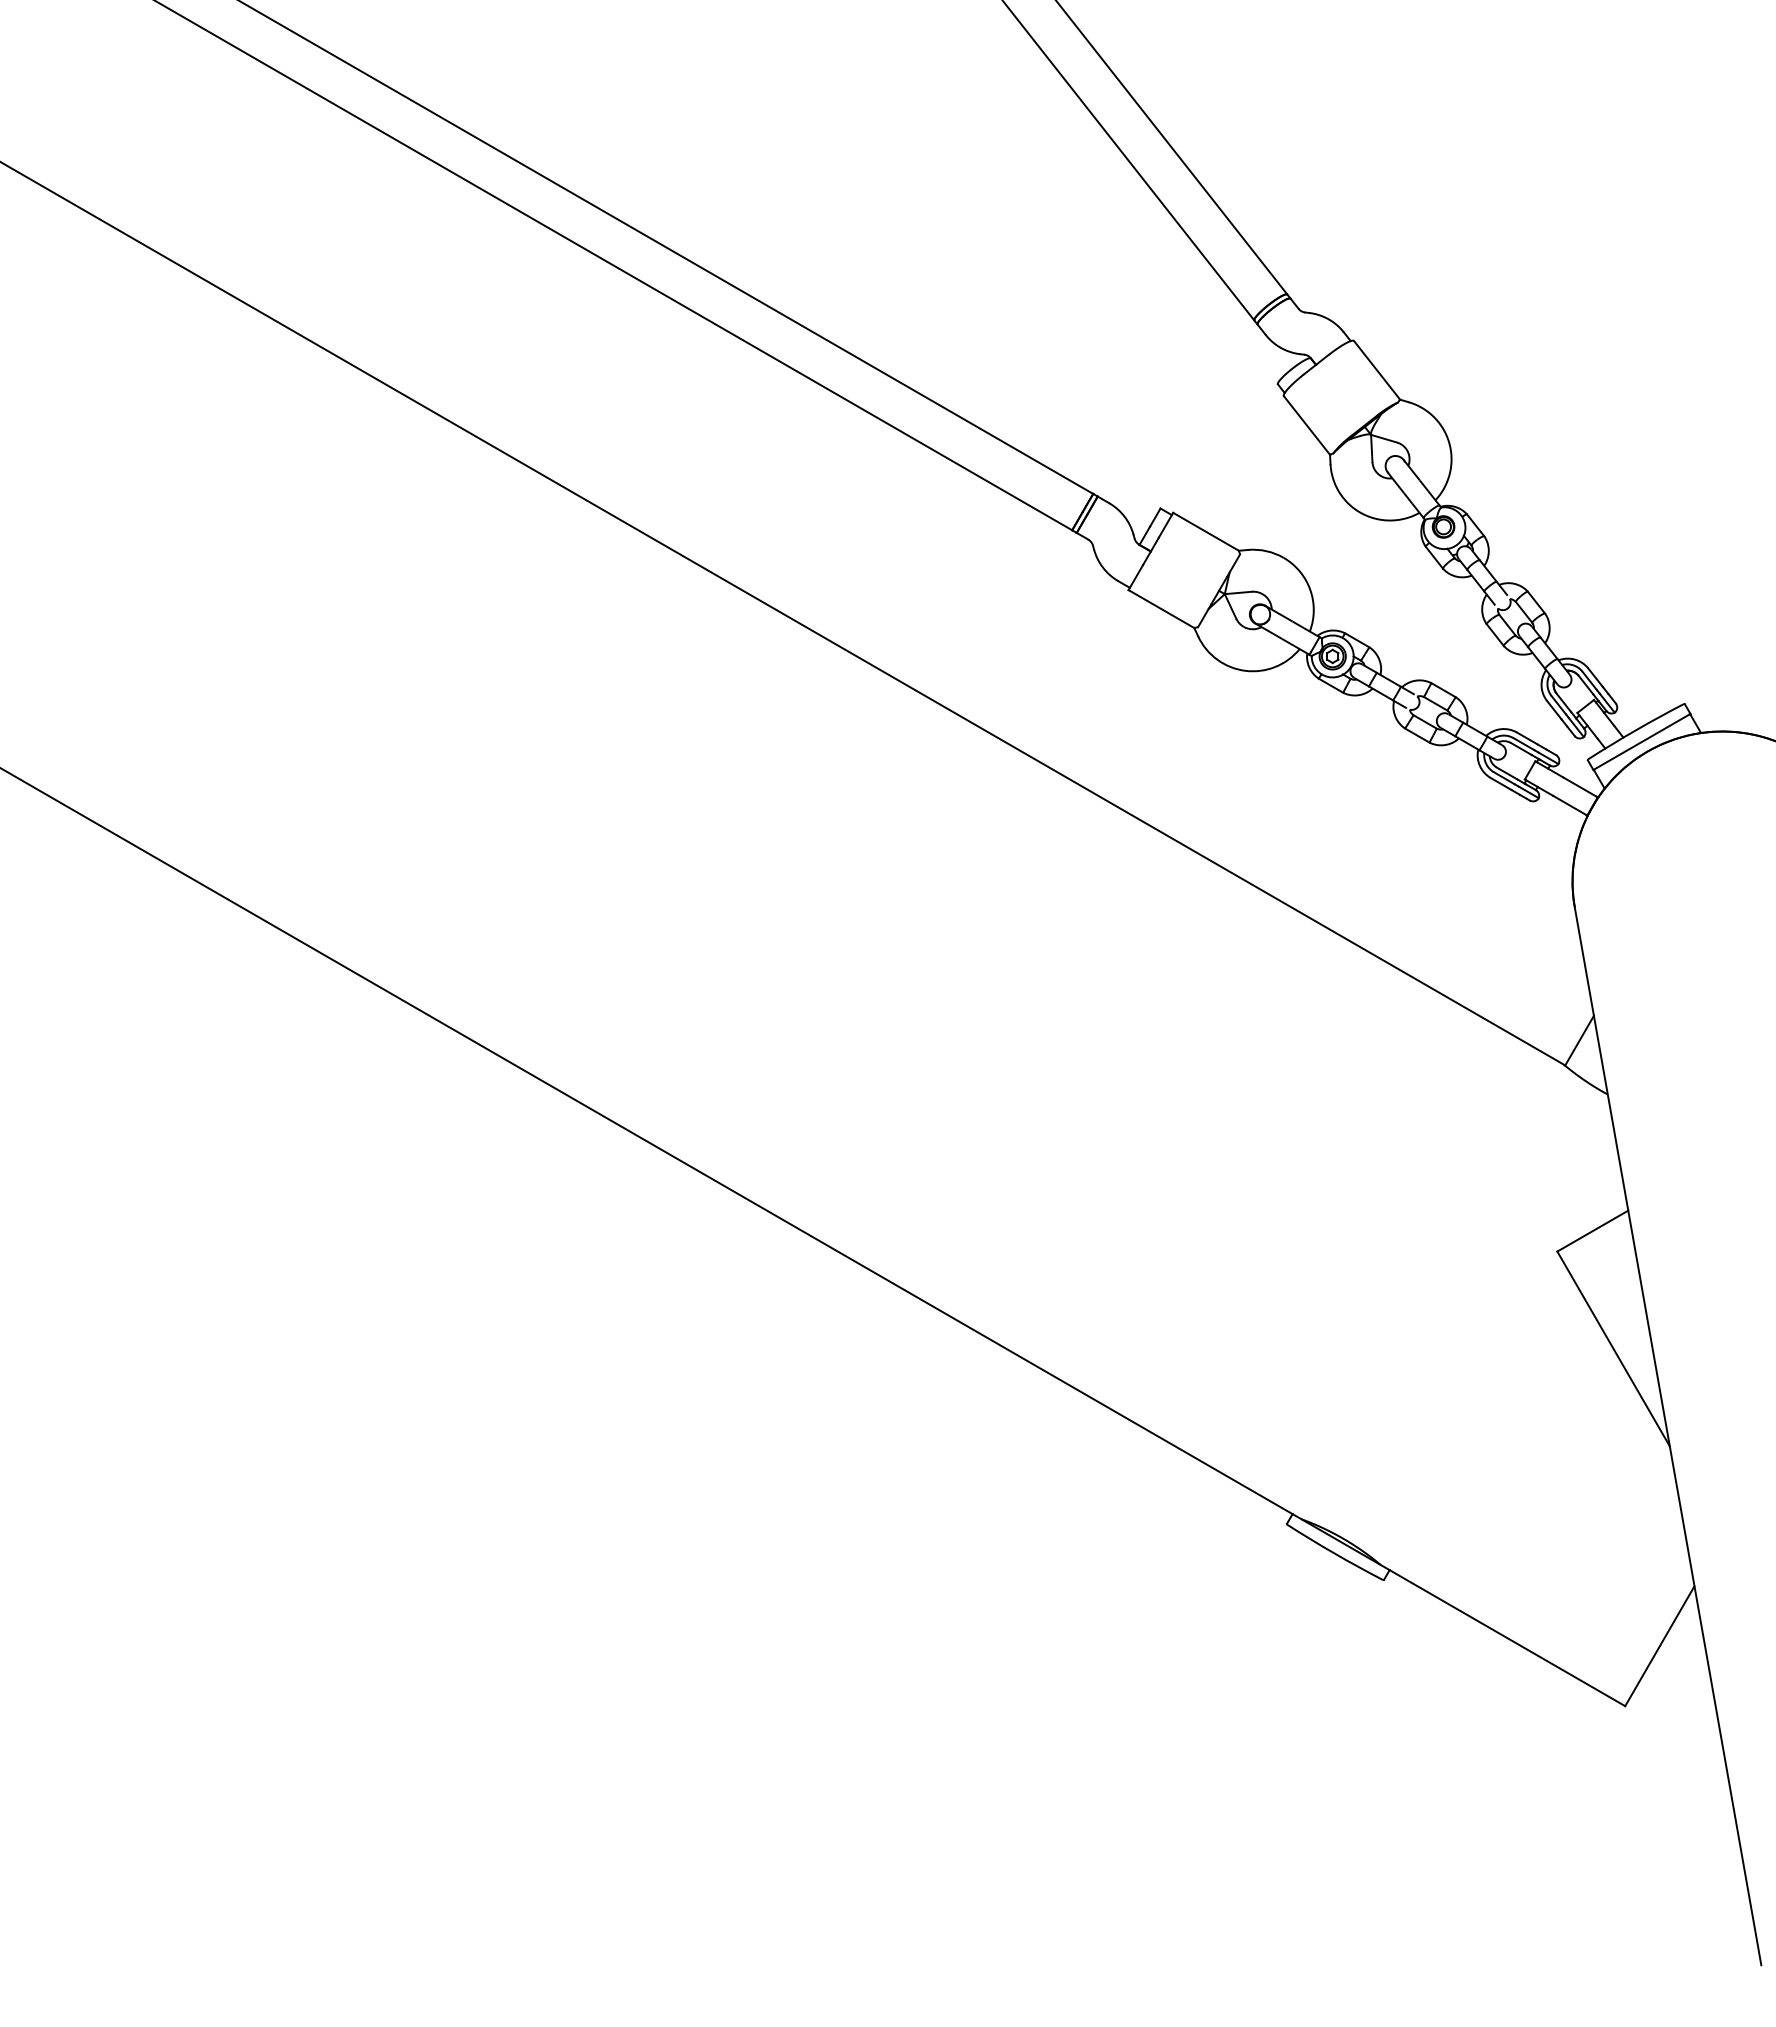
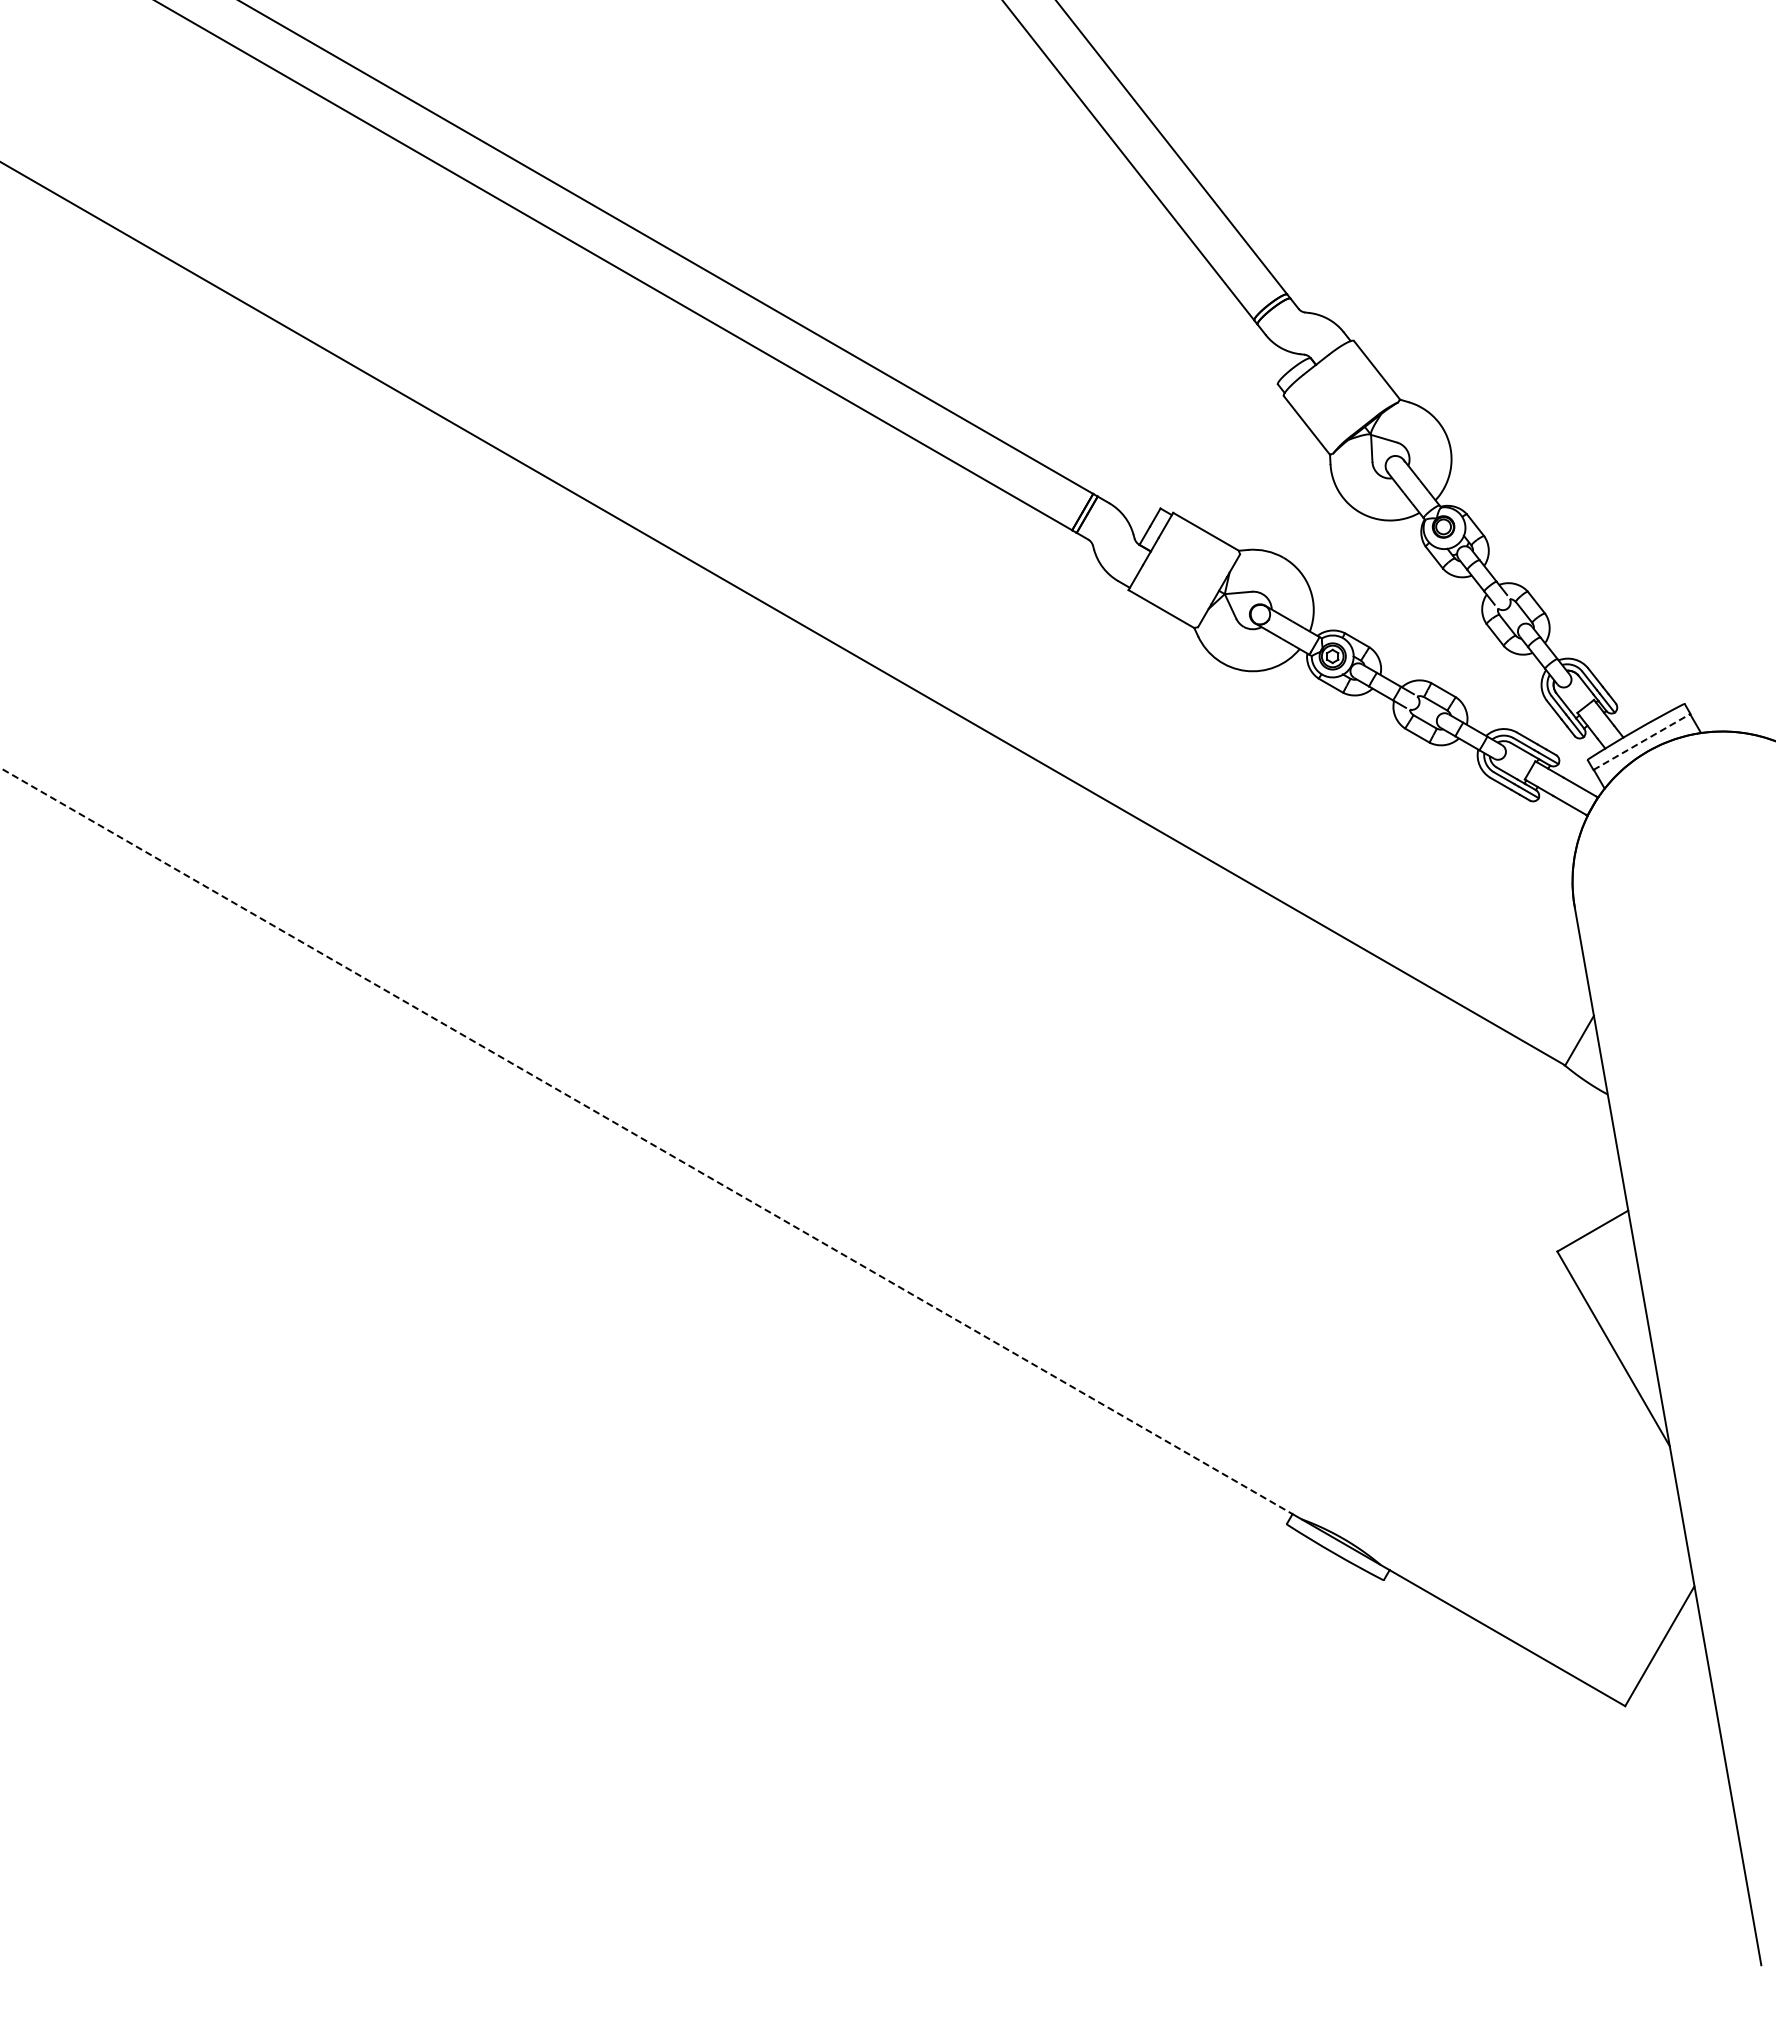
line at (1642, 741): solid -> dashed
line at (646, 1141): solid -> dashed
